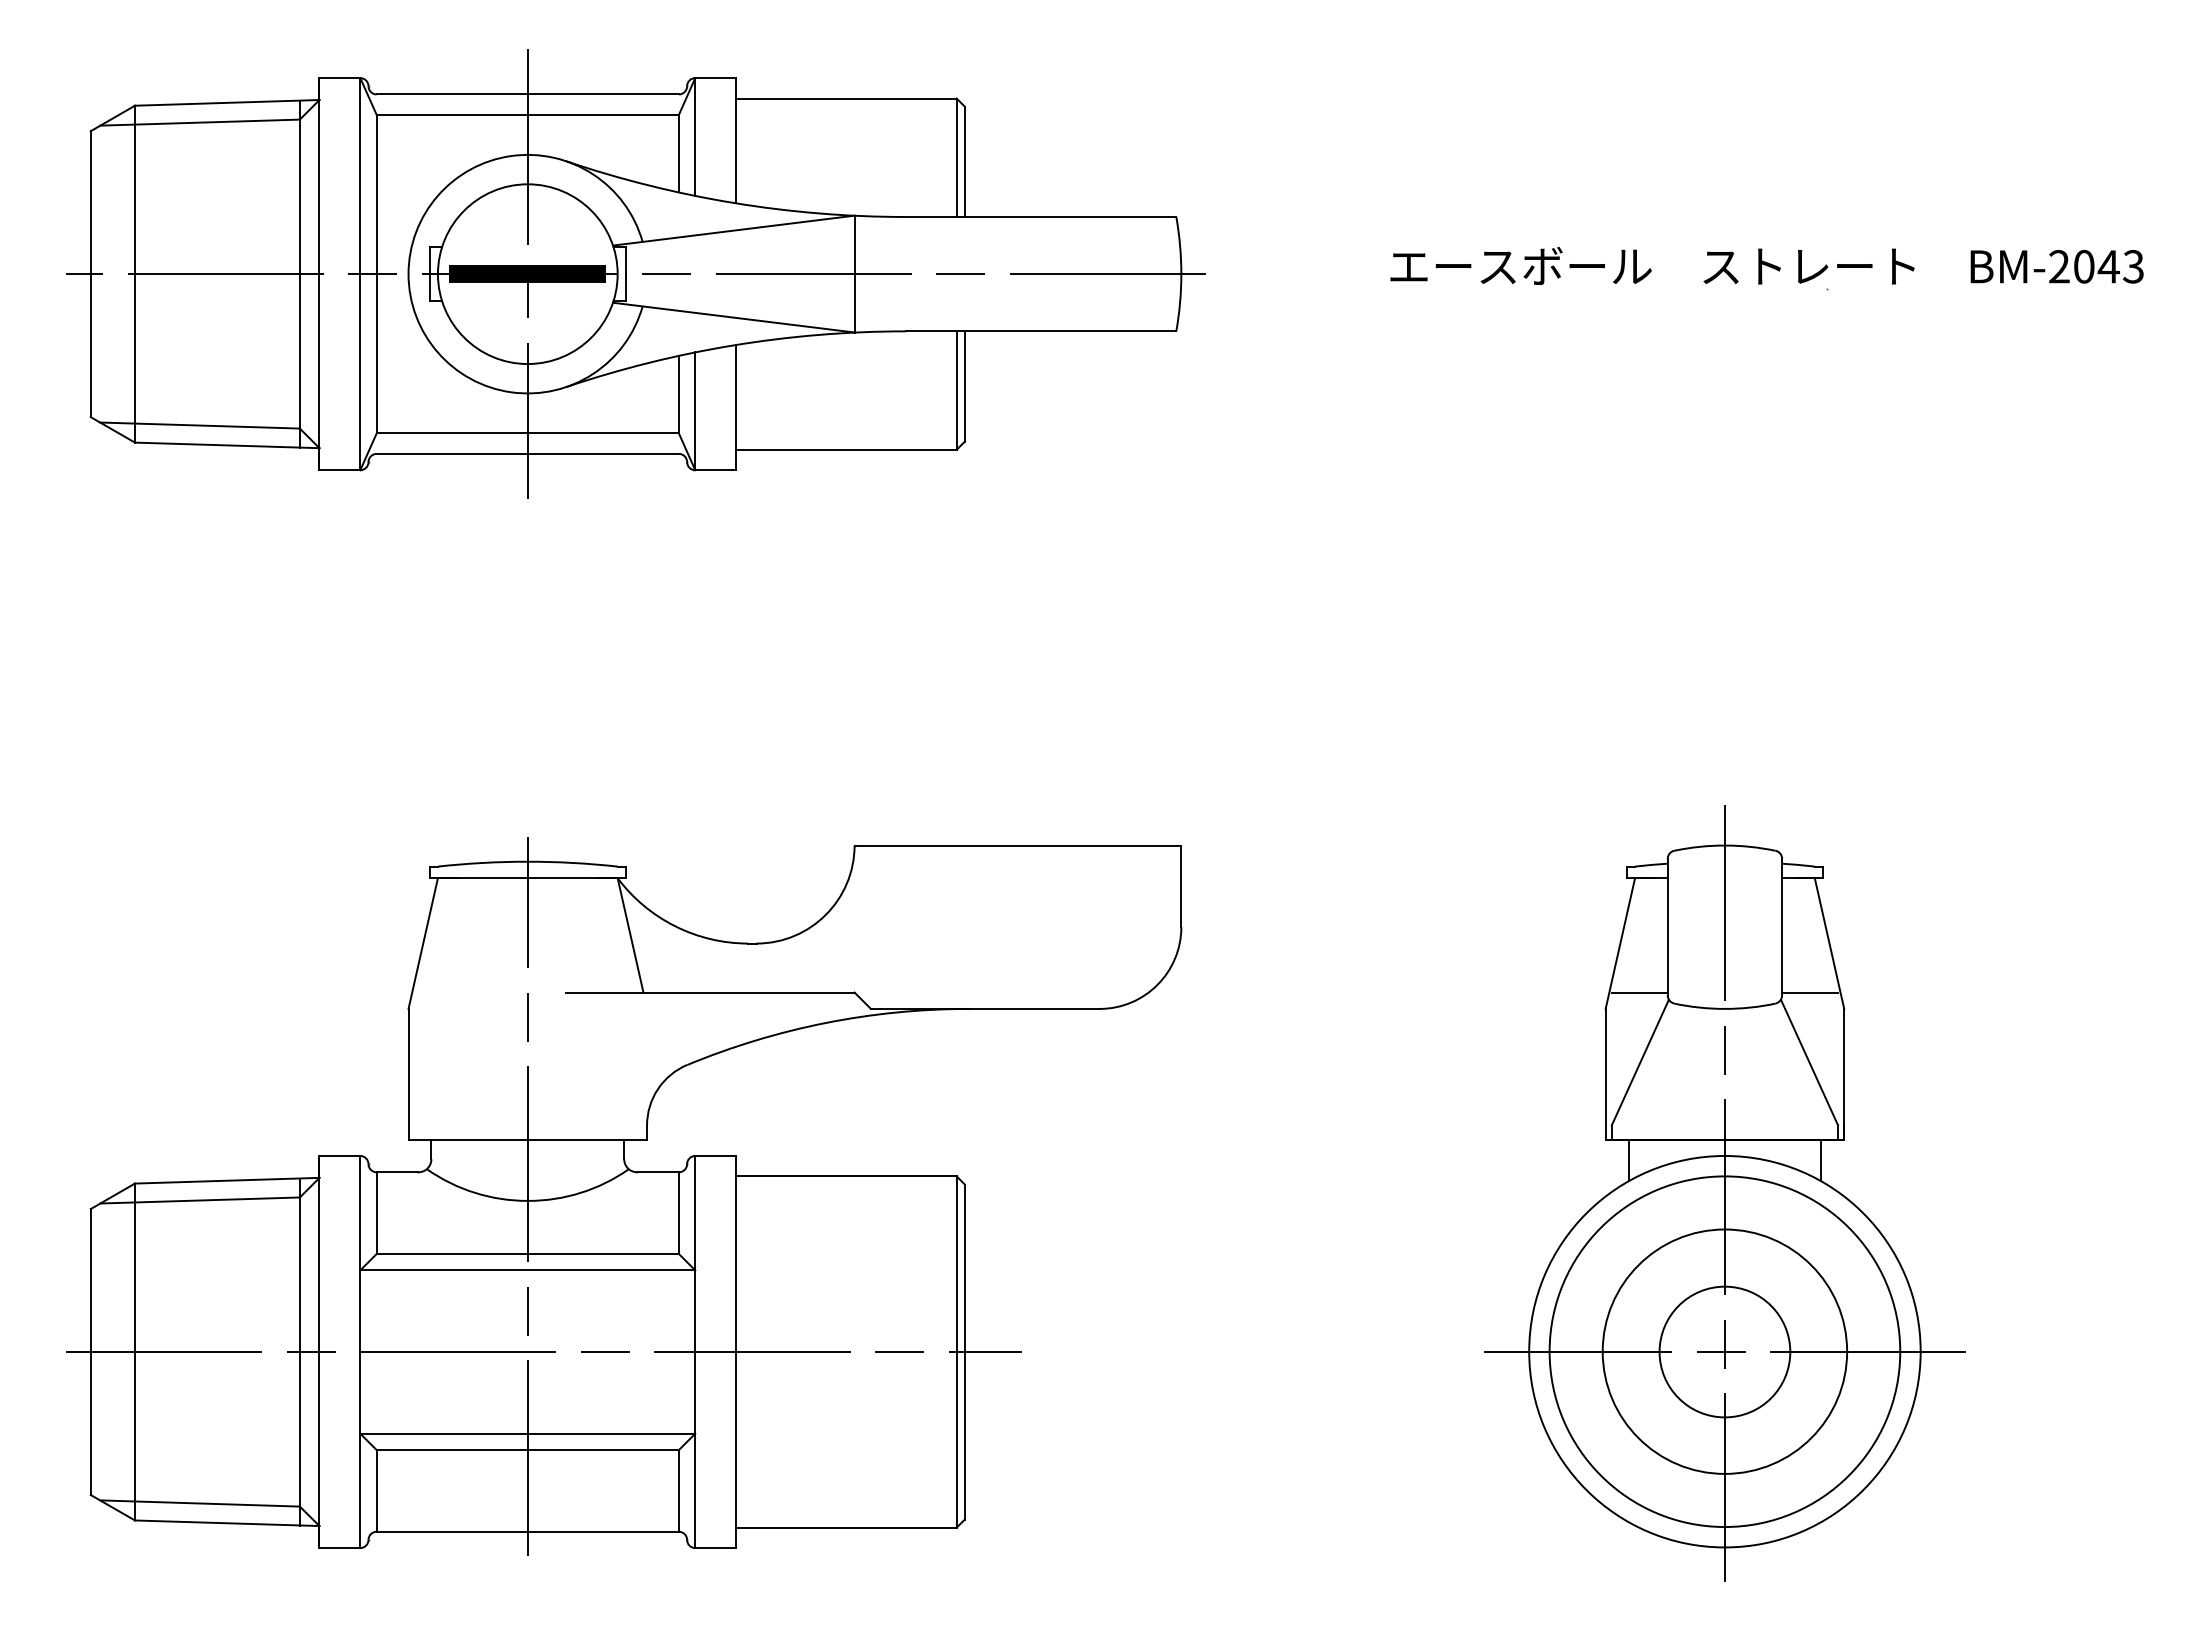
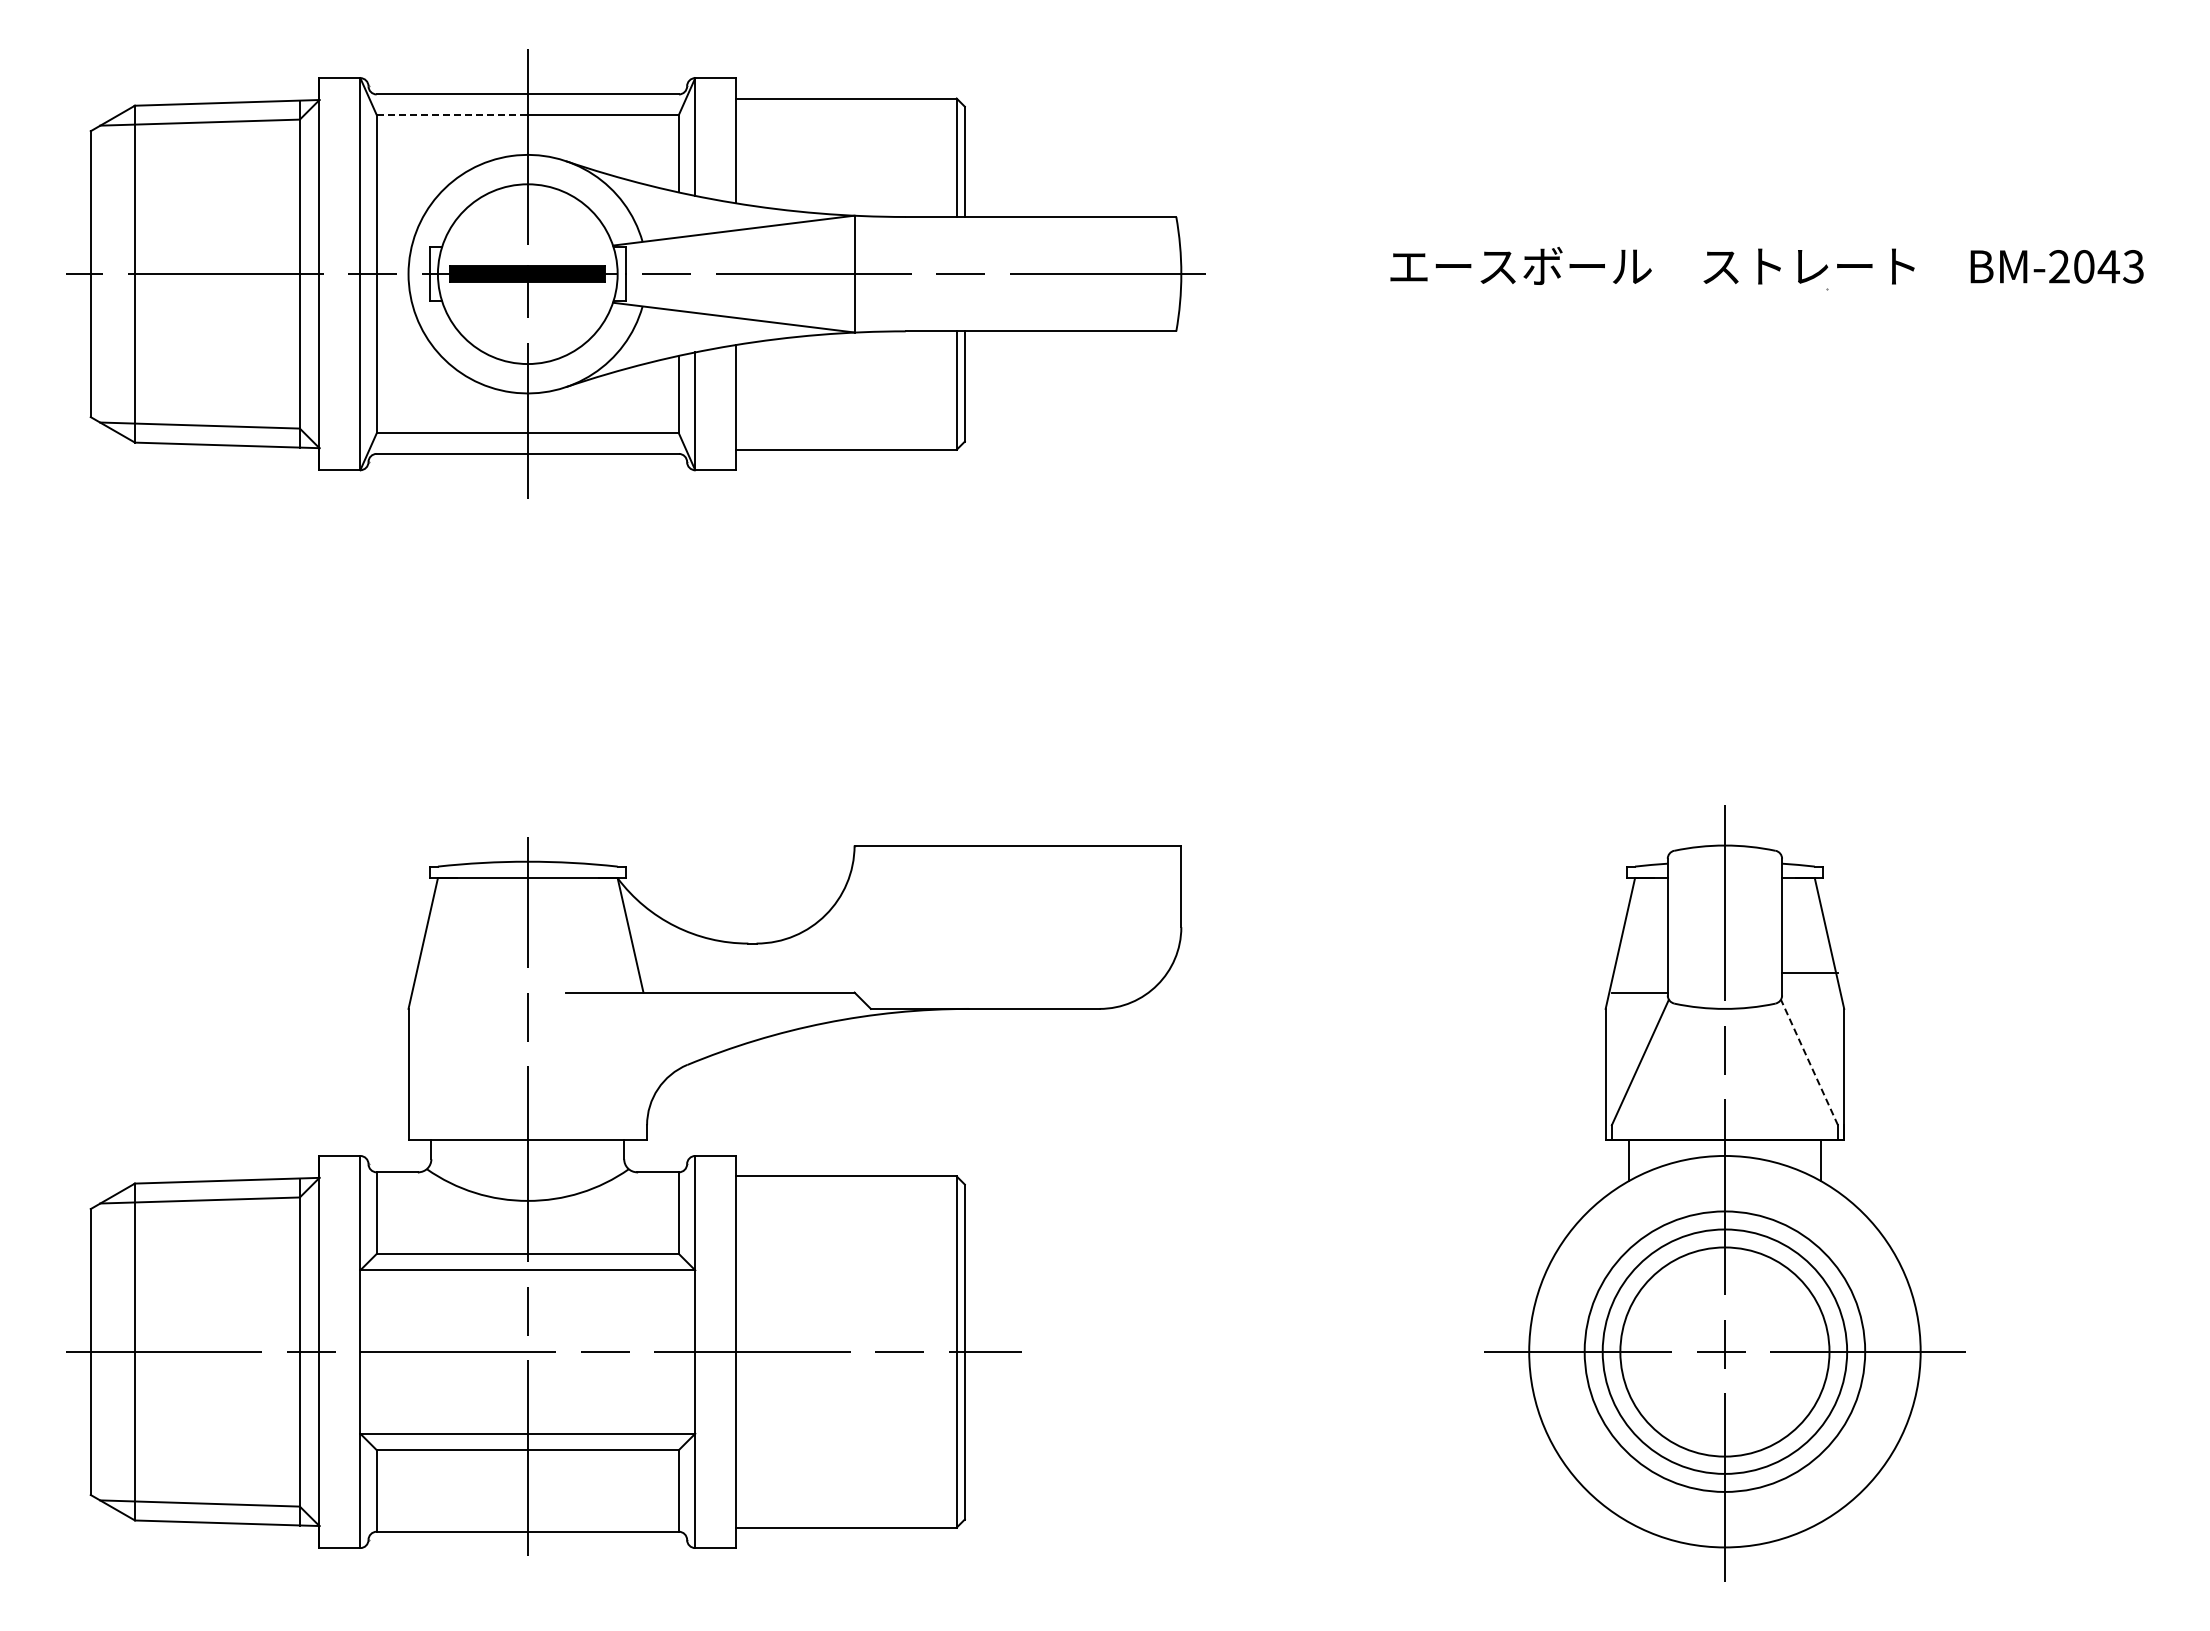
line at (452, 114): solid -> dashed
line at (1810, 992) position: (1810, 992) -> (1810, 972)
line at (1809, 1062): solid -> dashed
circle at (1724, 1351) diameter: 131 px -> 209 px
circle at (1724, 1351) diameter: 351 px -> 281 px
